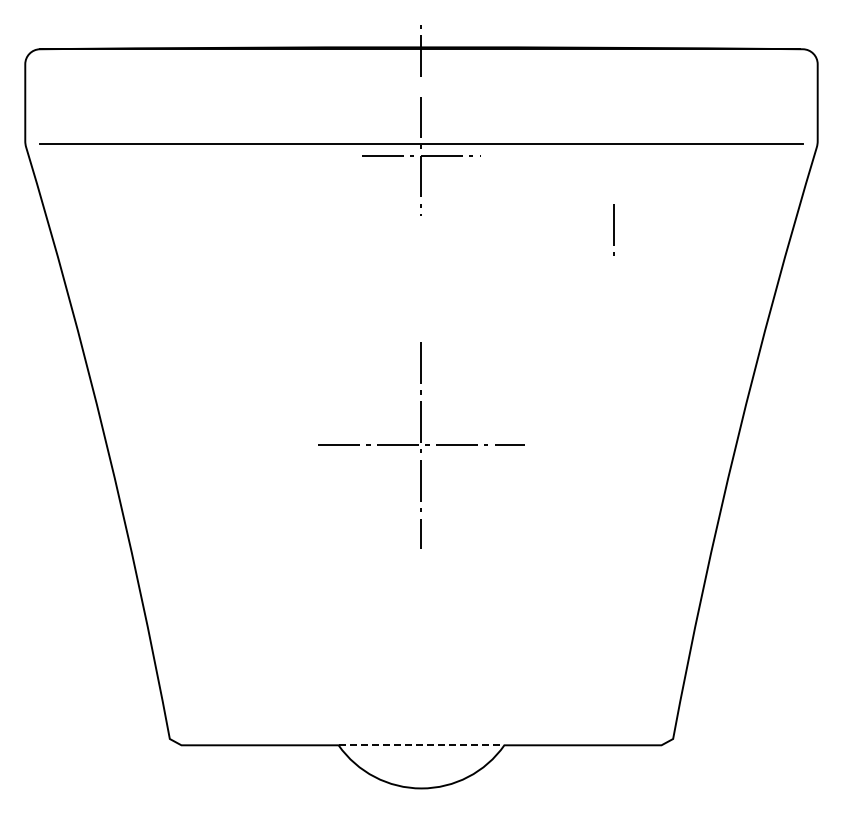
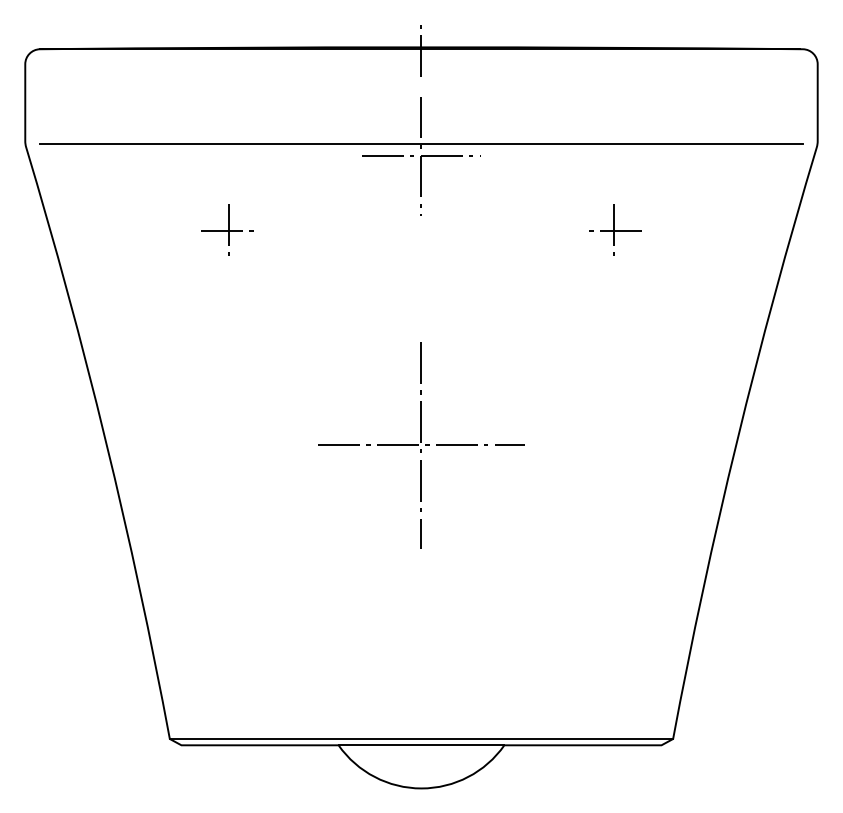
part at (227, 229): none -> present
line at (613, 231): none -> present
line at (421, 738): none -> present
line at (421, 745): dashed -> solid
